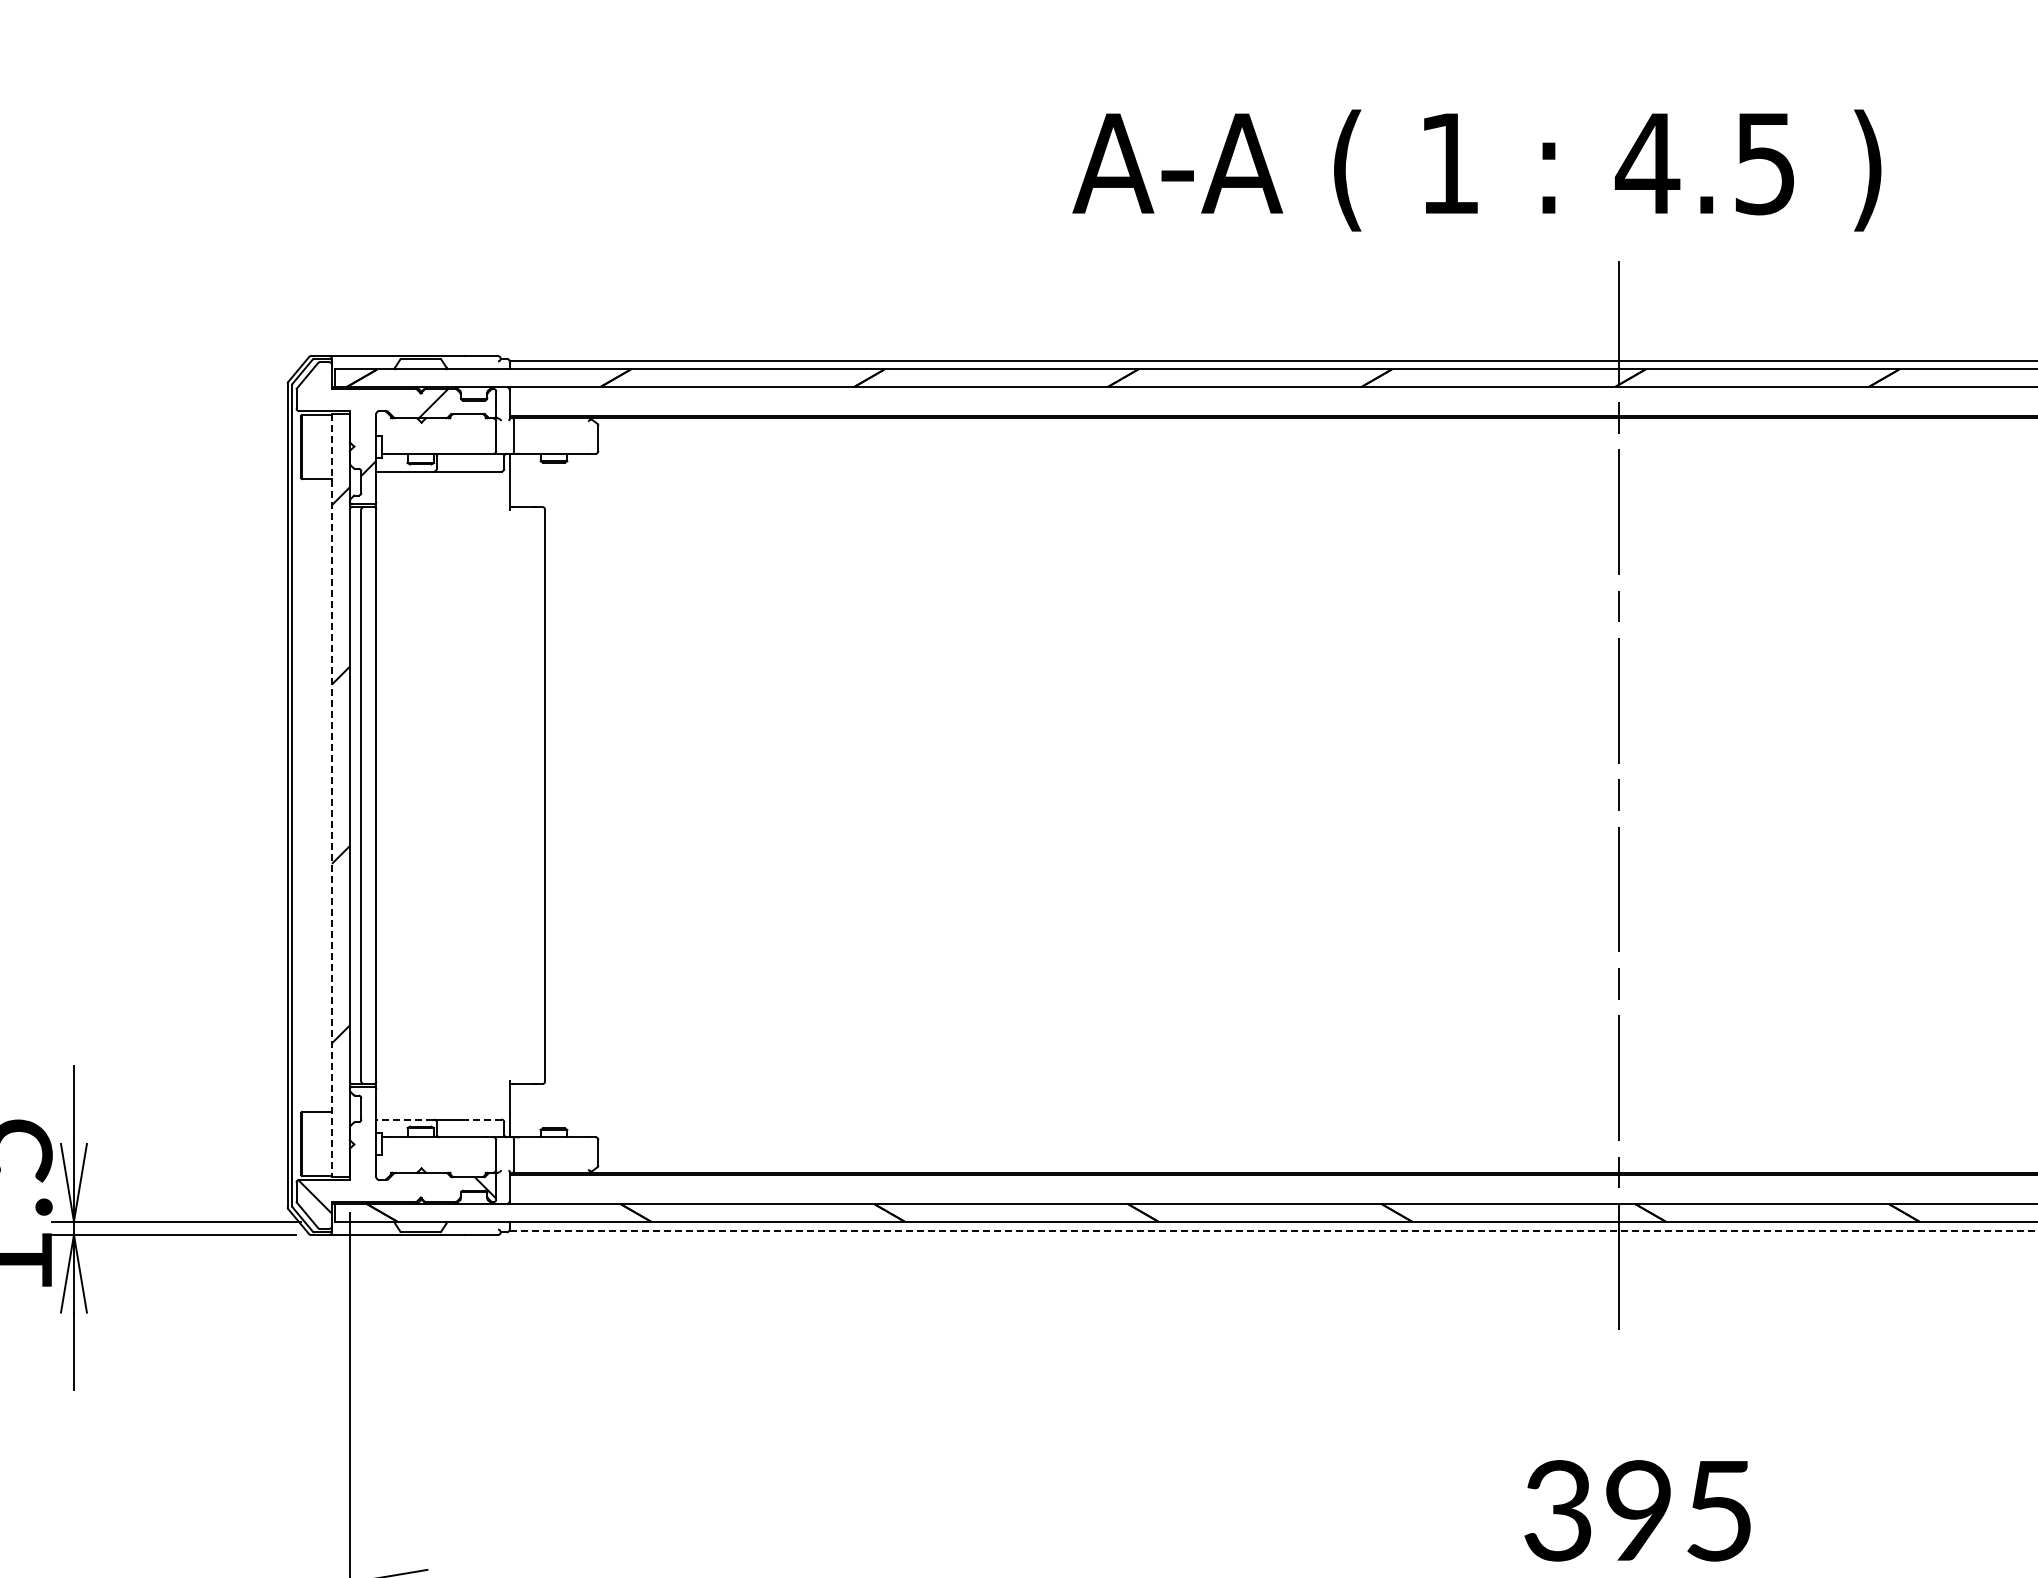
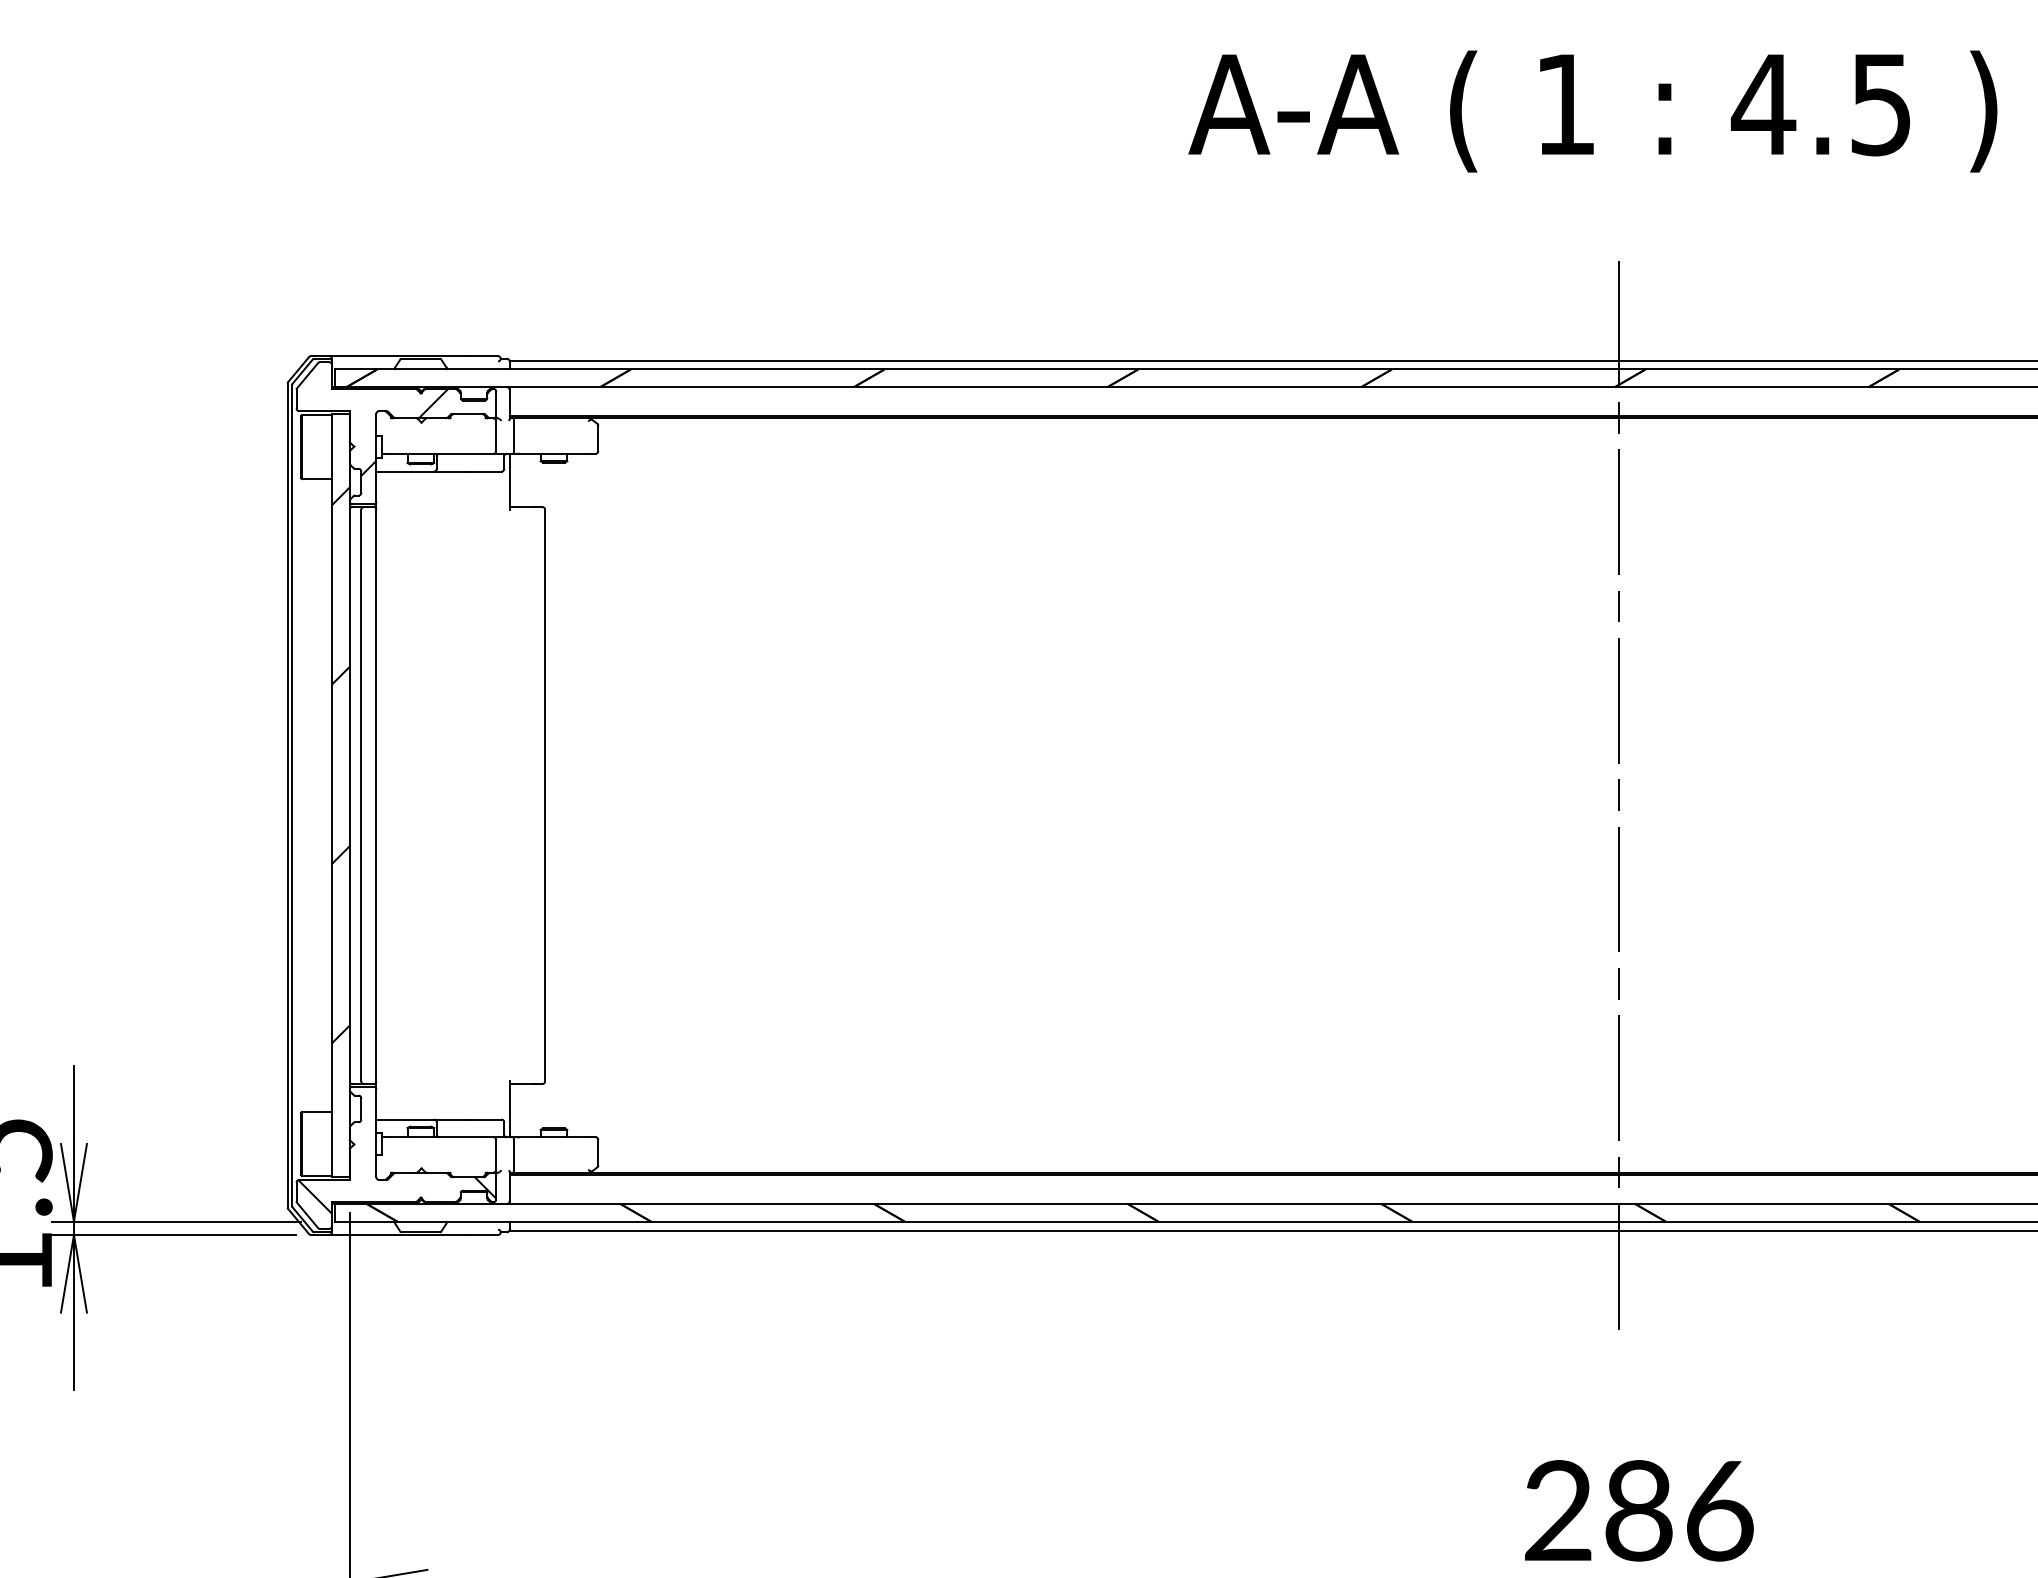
text at (1476, 170) position: (1476, 170) -> (1592, 111)
line at (332, 795): dashed -> solid
line at (404, 1119): dashed -> solid
line at (483, 1119): dashed -> solid
line at (1273, 1230): dashed -> solid
text at (1638, 1510): 395 -> 286
